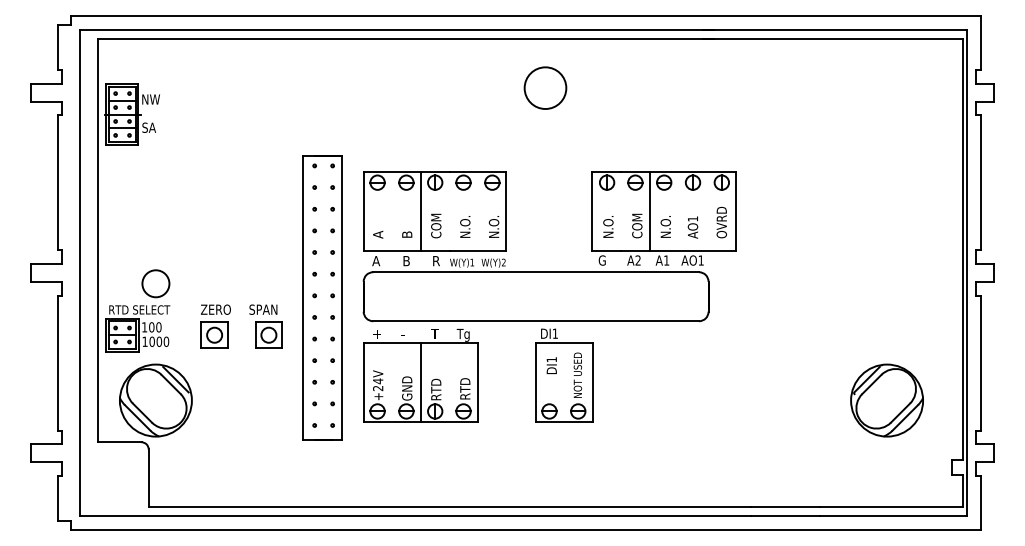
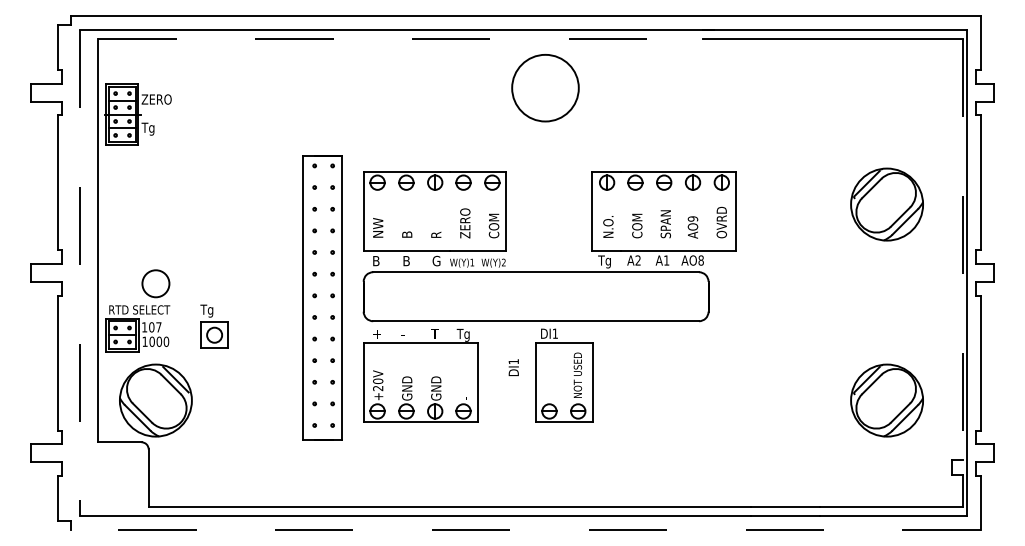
line at (406, 38): solid -> dashed
circle at (545, 88) diameter: 42 px -> 67 px
text at (156, 99): NW -> ZERO
text at (148, 128): SA -> Tg
part at (886, 204): none -> present
line at (421, 211): present -> none
line at (649, 211): present -> none
text at (692, 218): AO1 -> AO9
text at (465, 223): N.O. -> ZERO
text at (665, 224): N.O. -> SPAN
text at (436, 225): COM -> R
text at (493, 225): N.O. -> COM
text at (378, 228): A -> NW
line at (962, 249): solid -> dashed
text at (436, 260): R -> G
text at (700, 260): AO1 -> AO8
text at (376, 261): A -> B
text at (604, 261): G -> Tg
line at (80, 273): solid -> dashed
text at (215, 310): ZERO -> Tg
part at (265, 326): present -> none
text at (158, 327): 100 -> 107
text at (551, 365) position: (551, 365) -> (513, 367)
text at (378, 381): +24V -> +20V
line at (420, 382): present -> none
text at (436, 388): RTD -> GND
text at (465, 388): RTD -> -
line at (526, 529): solid -> dashed
